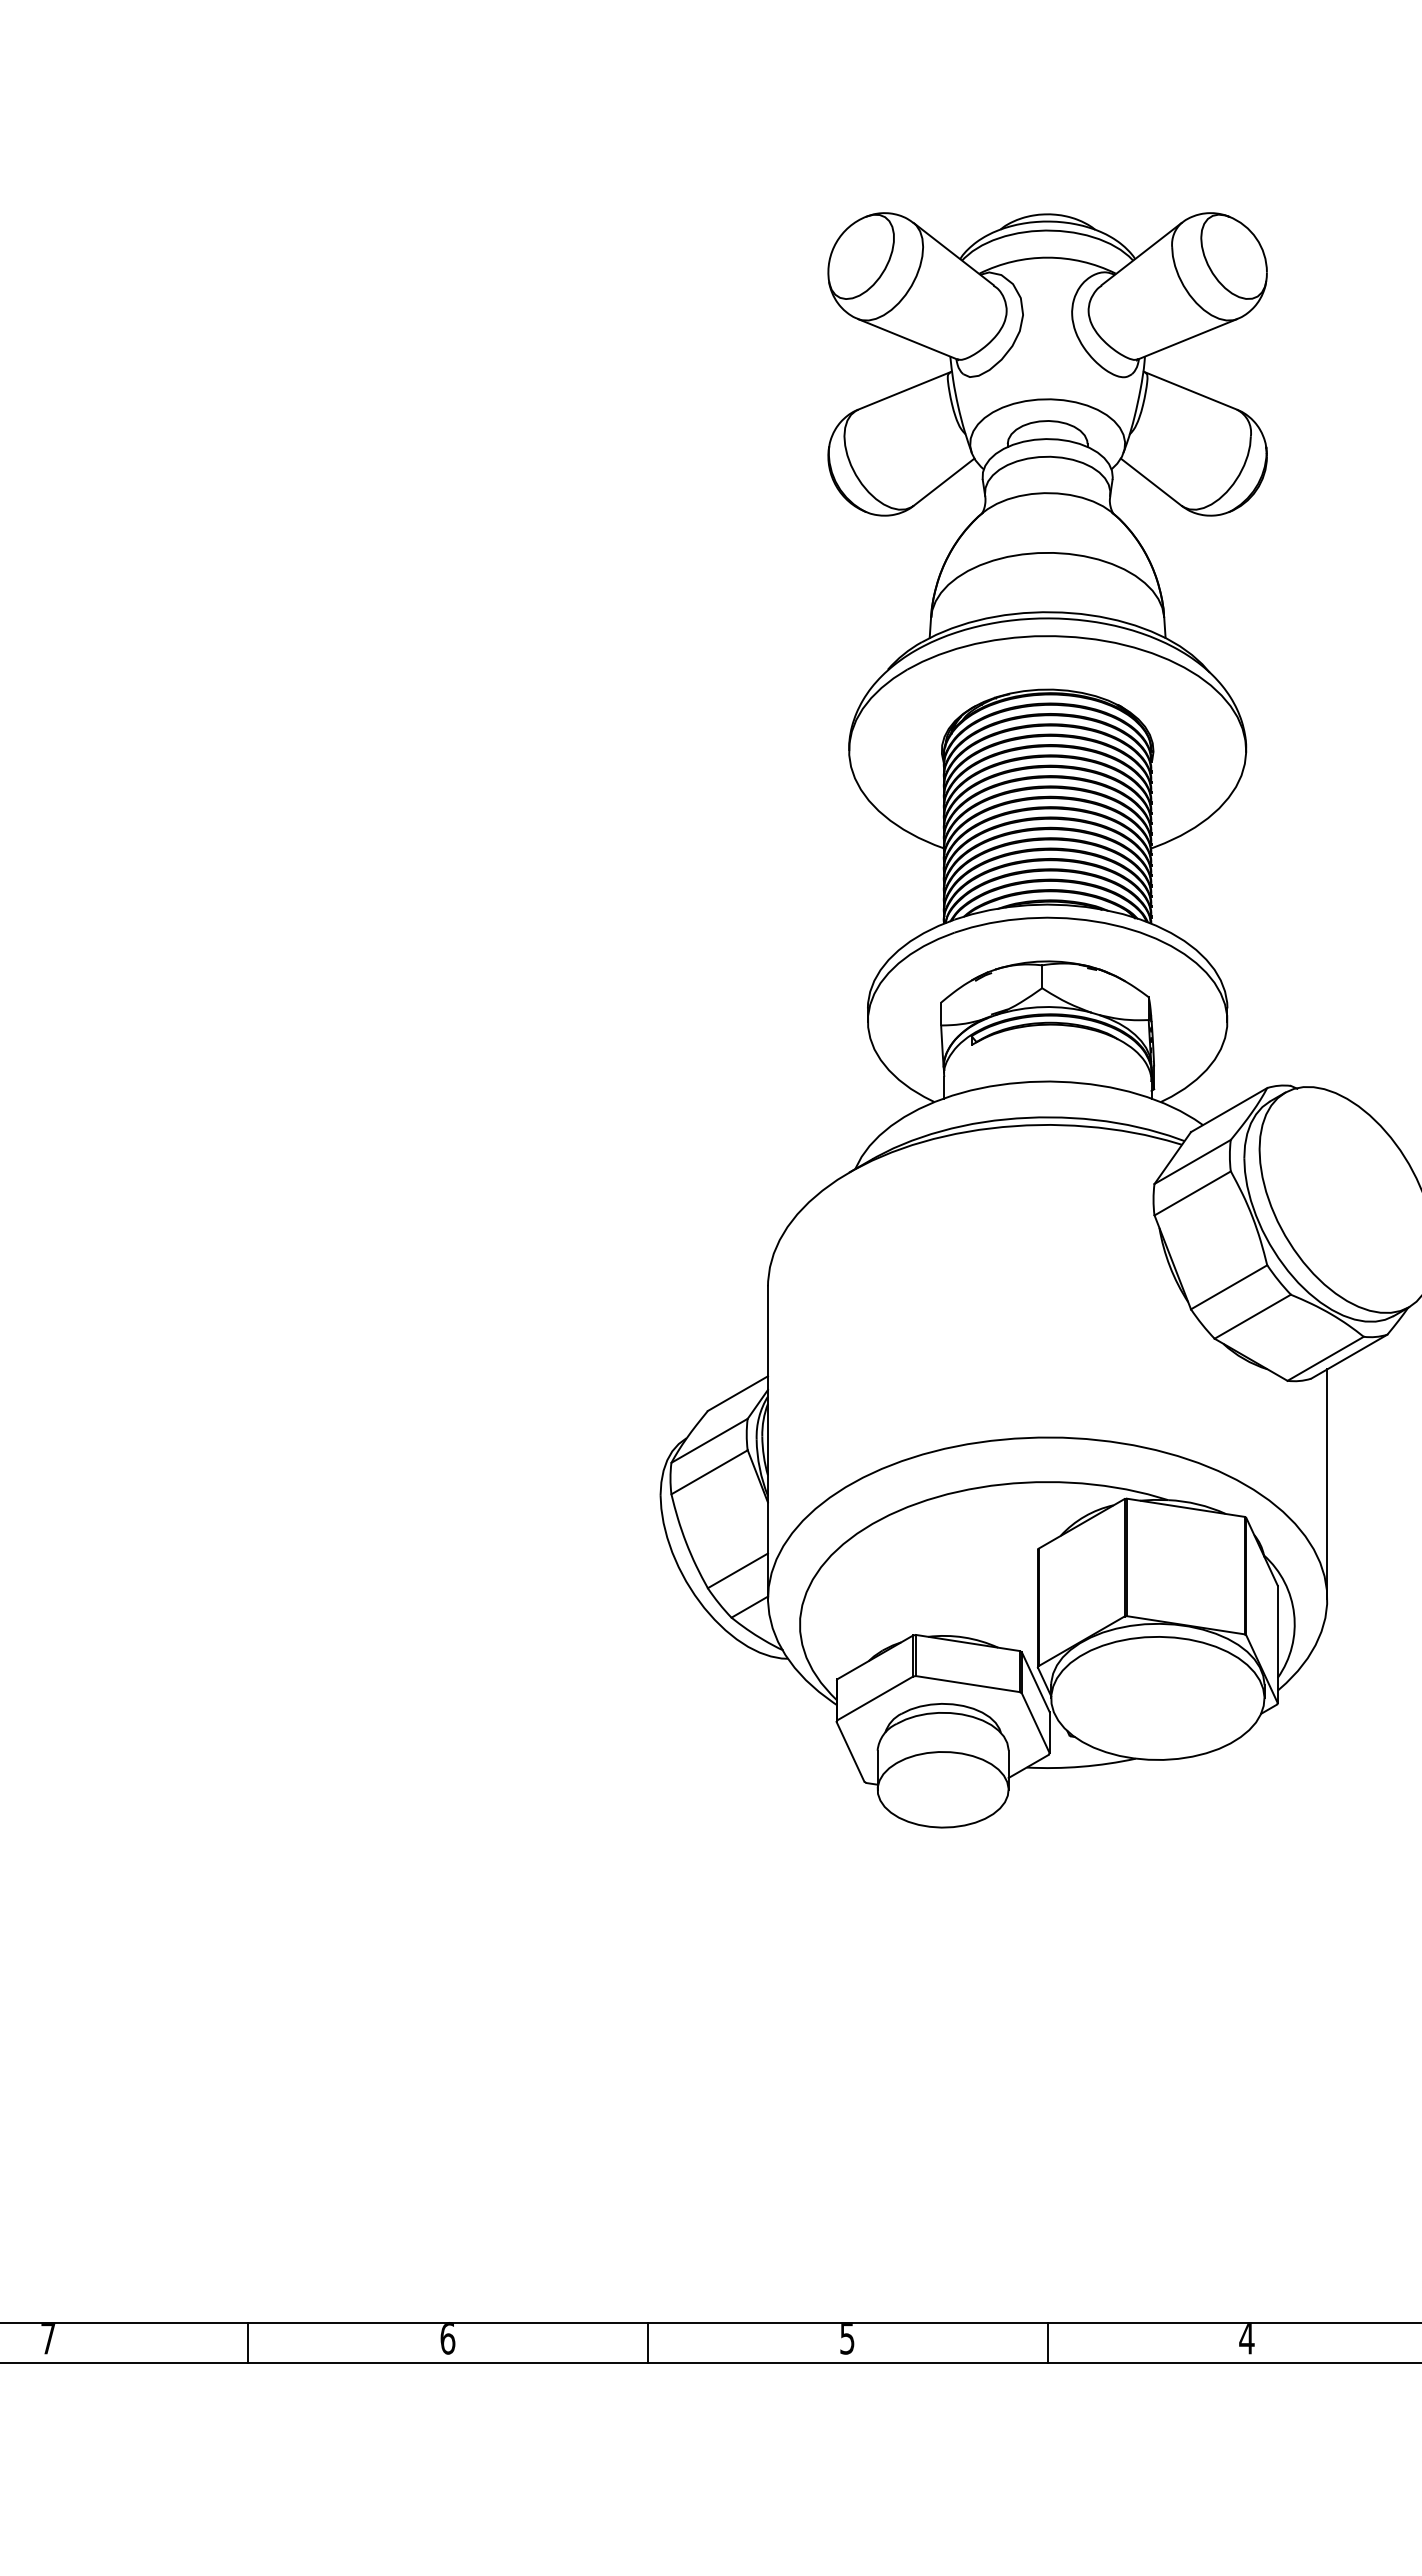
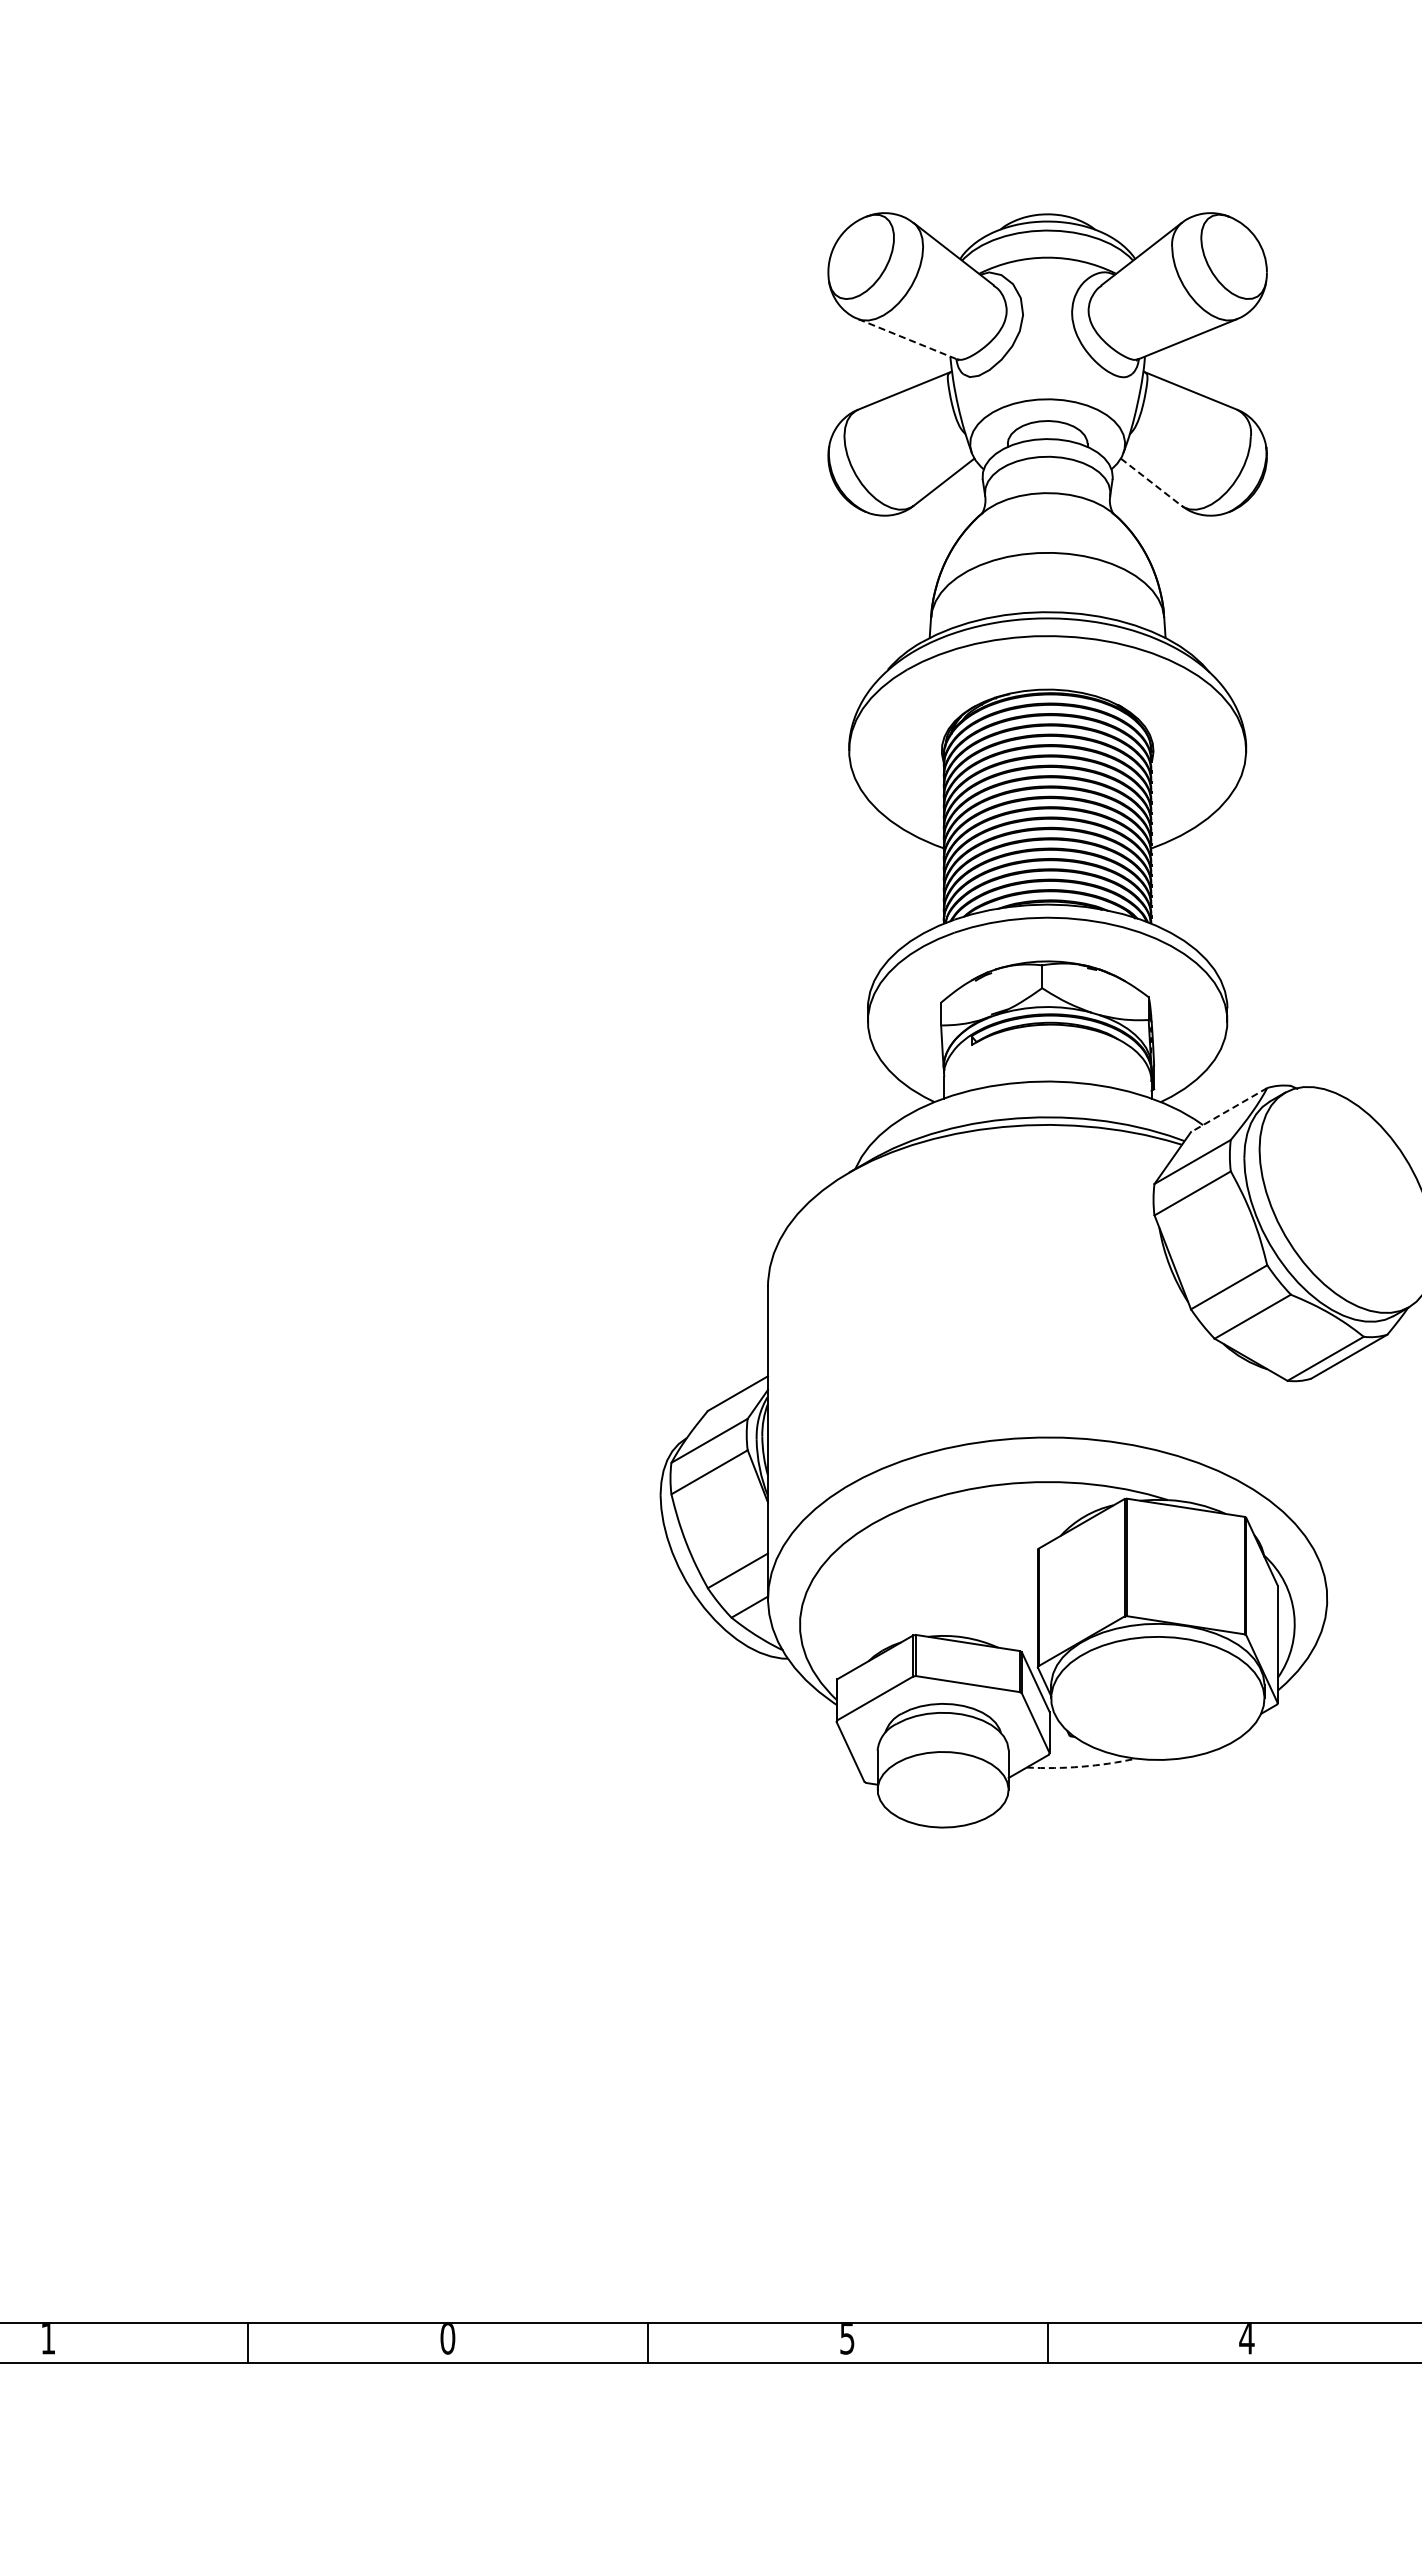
line at (908, 339): solid -> dashed
line at (1151, 482): solid -> dashed
line at (1228, 1110): solid -> dashed
line at (1327, 1483): present -> none
arc at (1081, 1766): solid -> dashed
text at (48, 2339): 7 -> 1
text at (447, 2339): 6 -> 0
